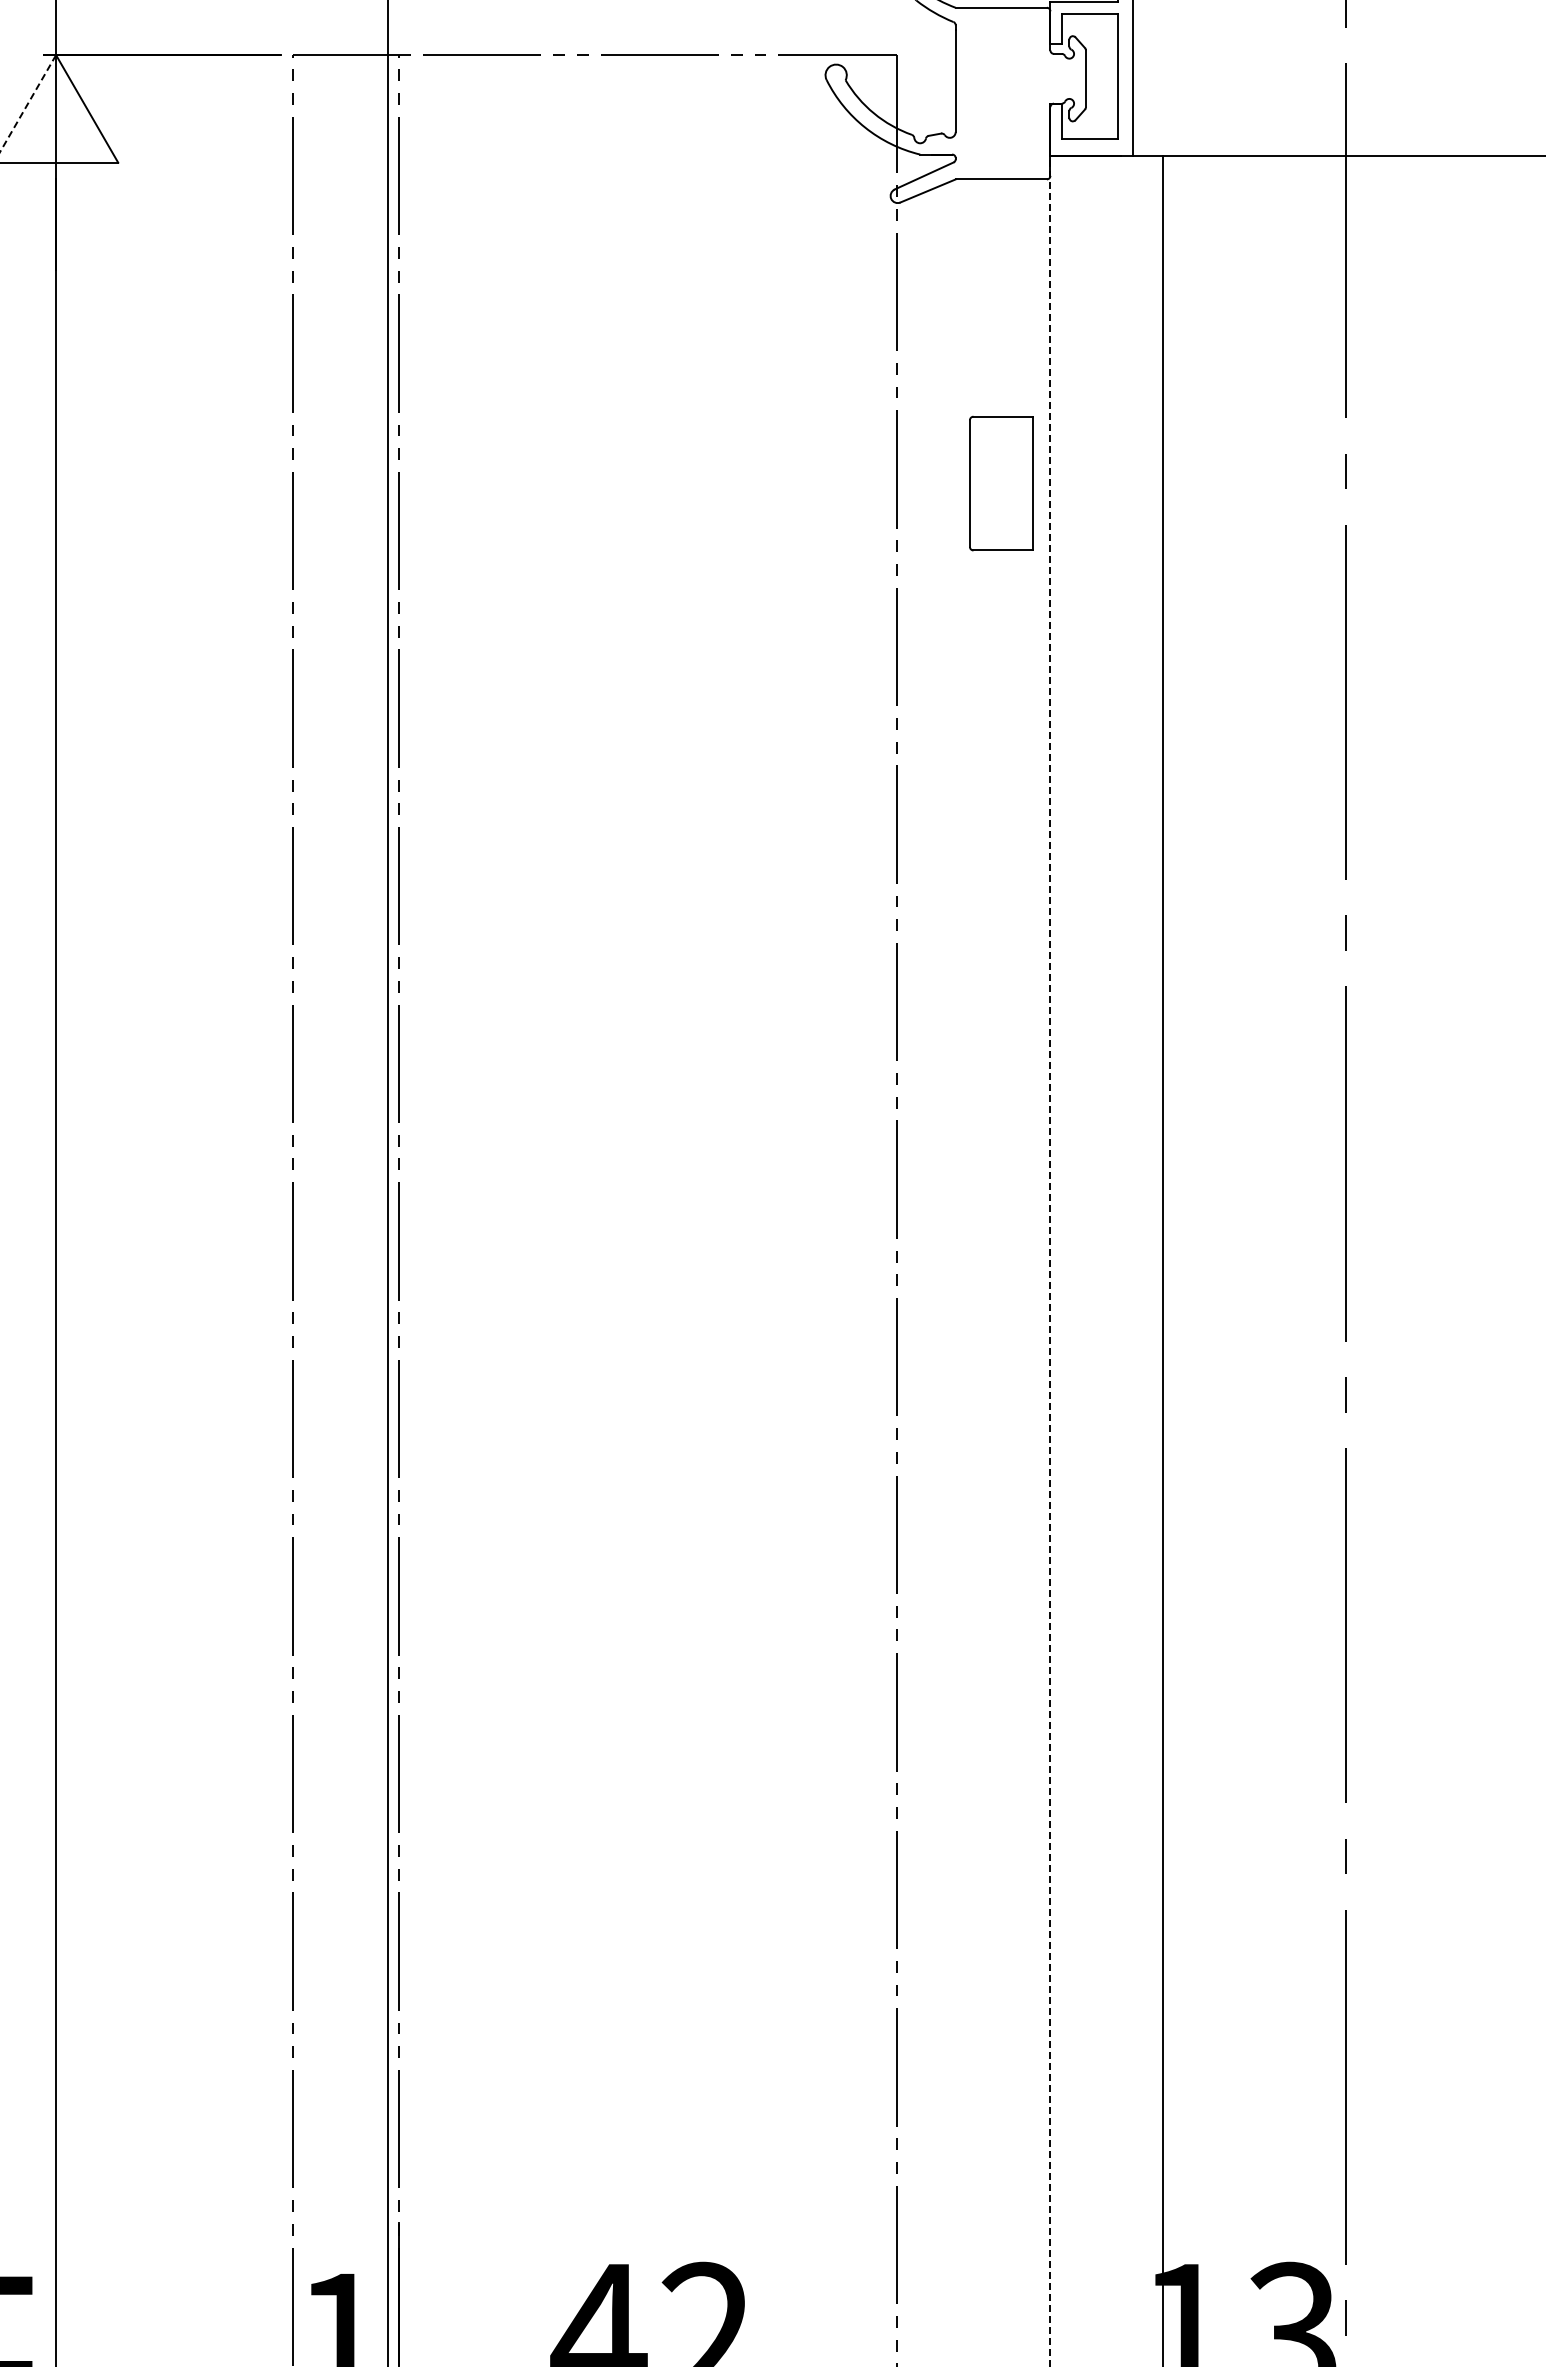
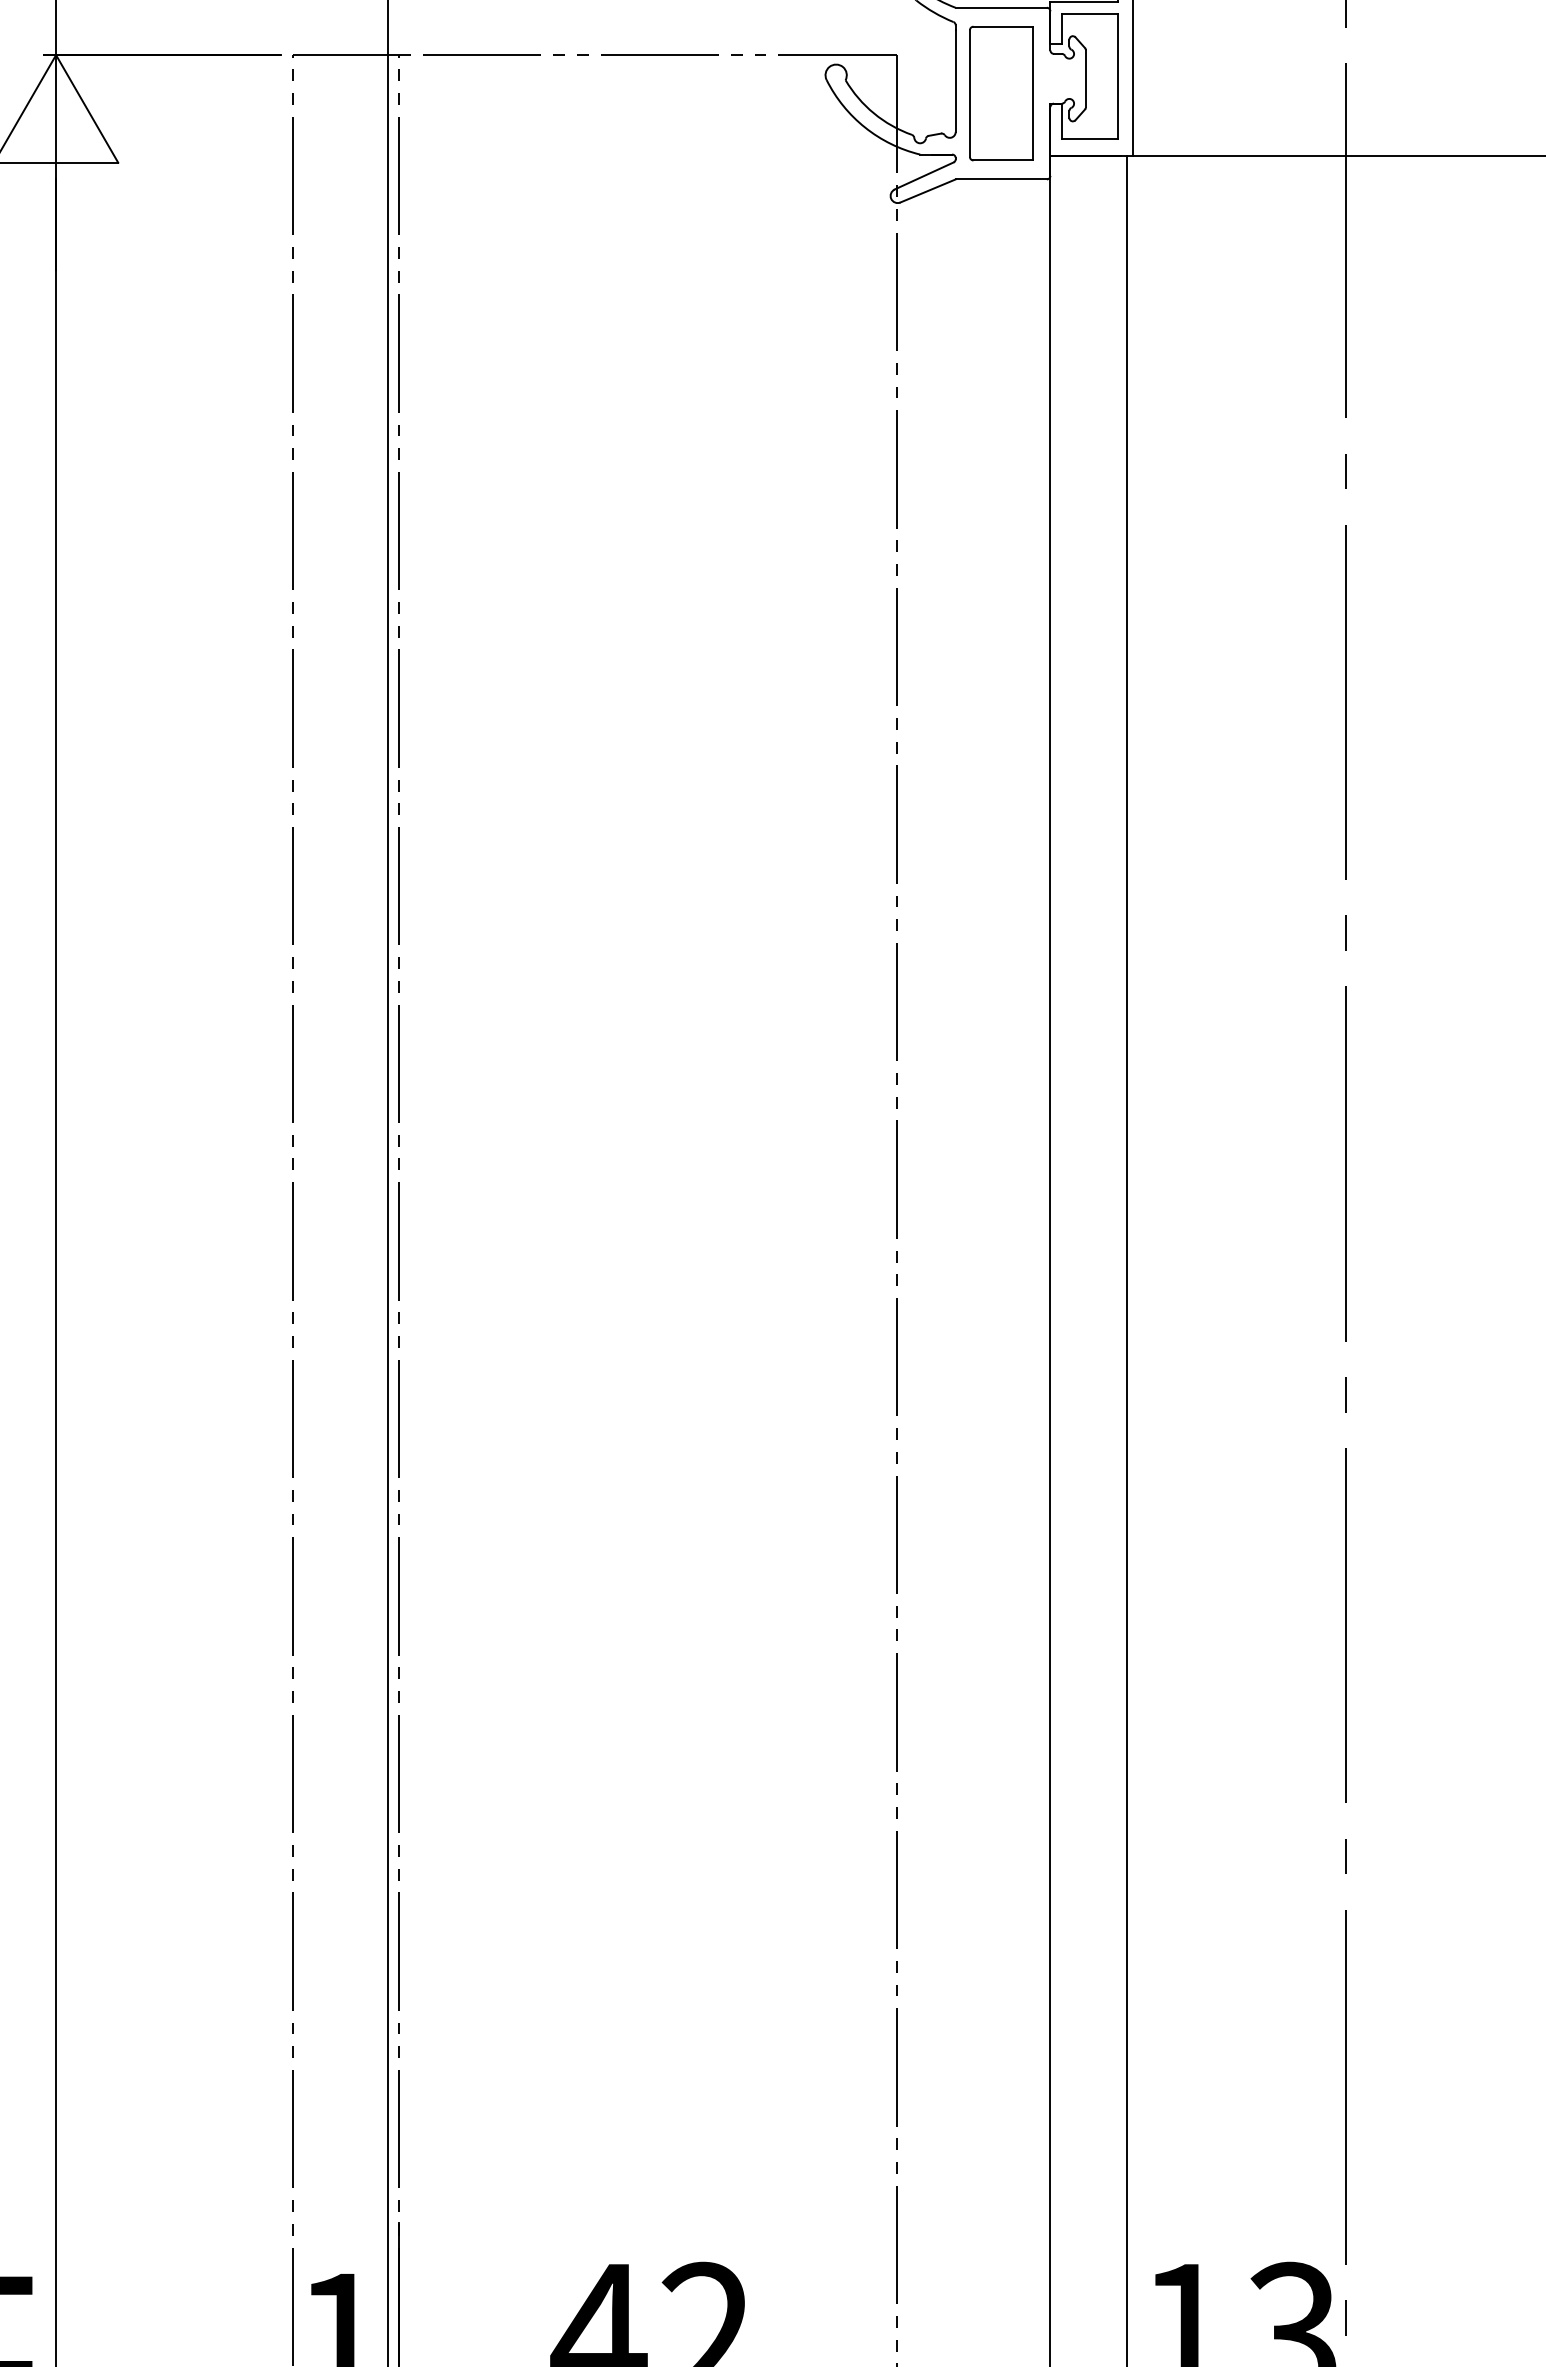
line at (28, 103): dashed -> solid
part at (1001, 483) position: (1001, 483) -> (1001, 93)
line at (1163, 1259) position: (1163, 1259) -> (1127, 1259)
line at (1050, 1260): dashed -> solid
